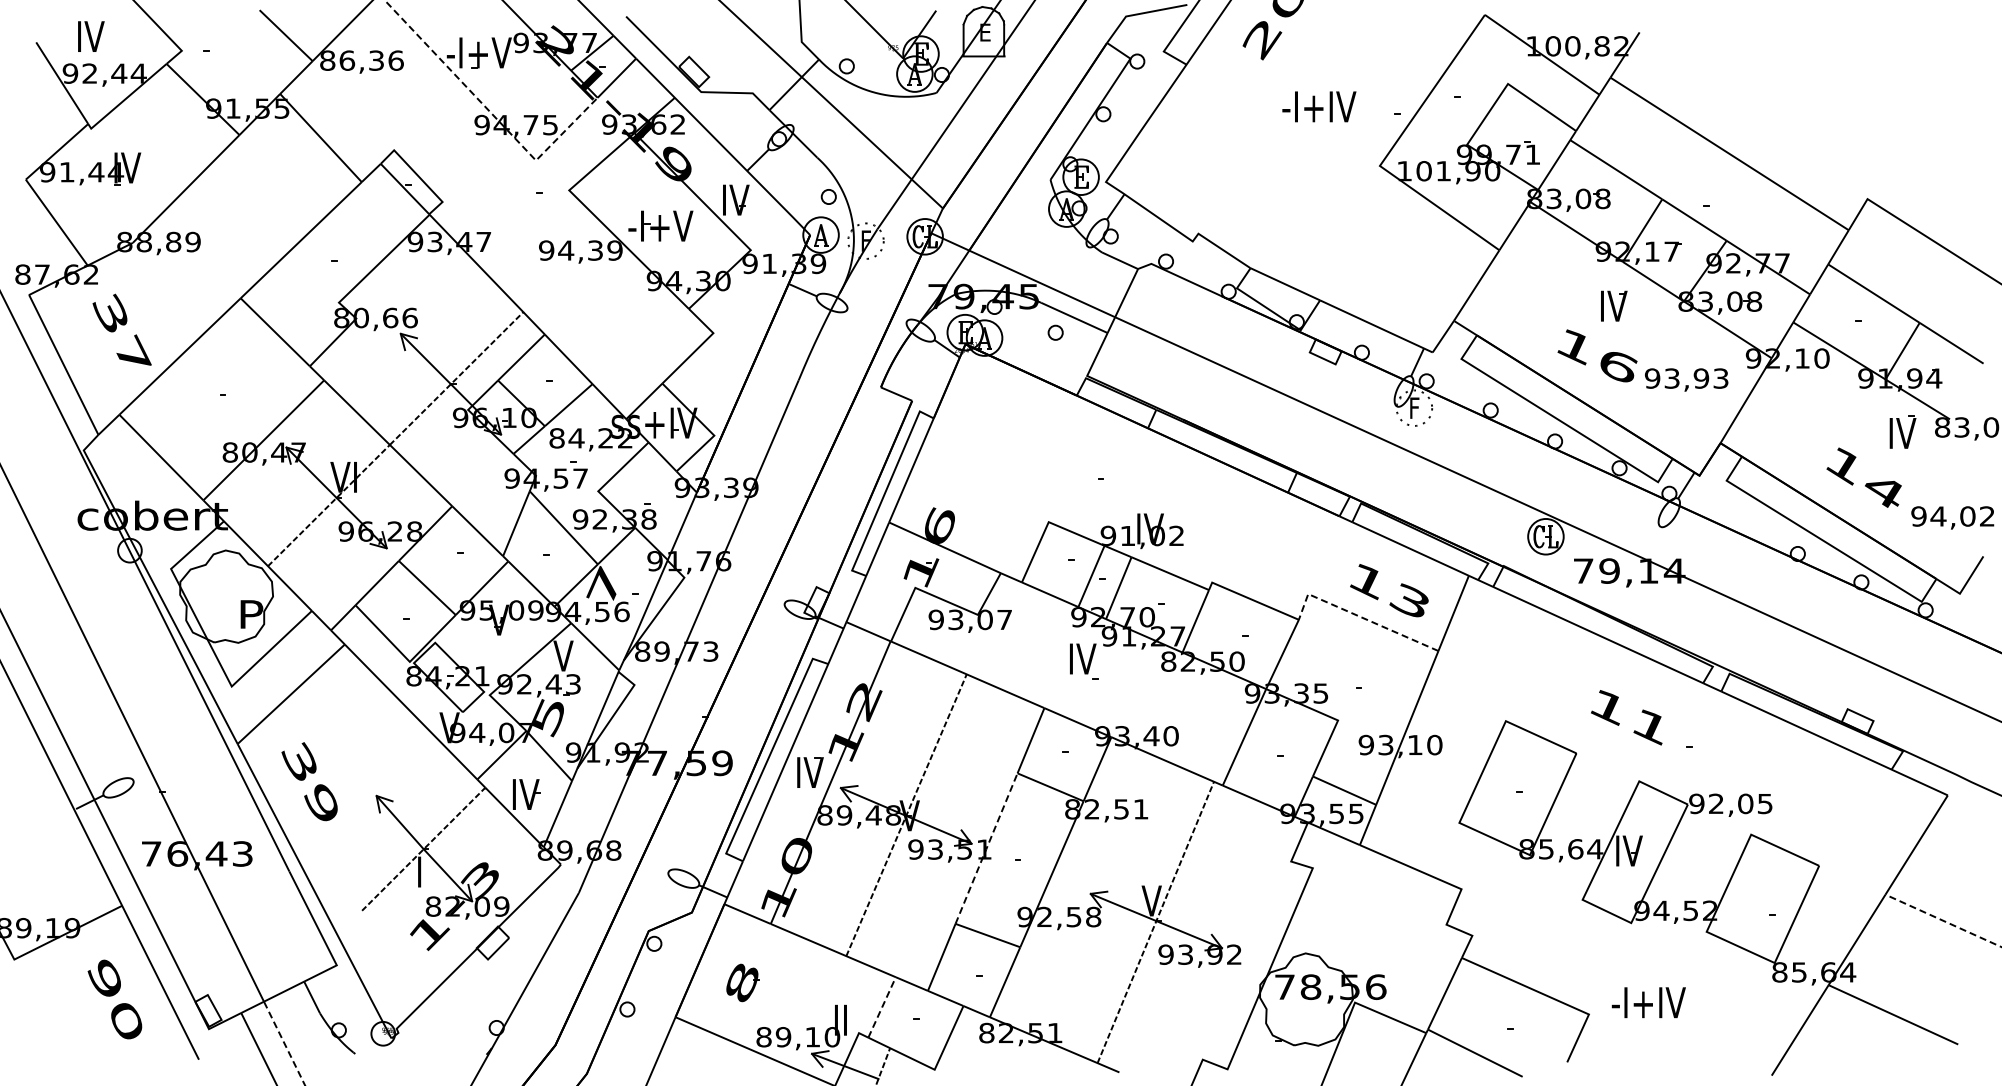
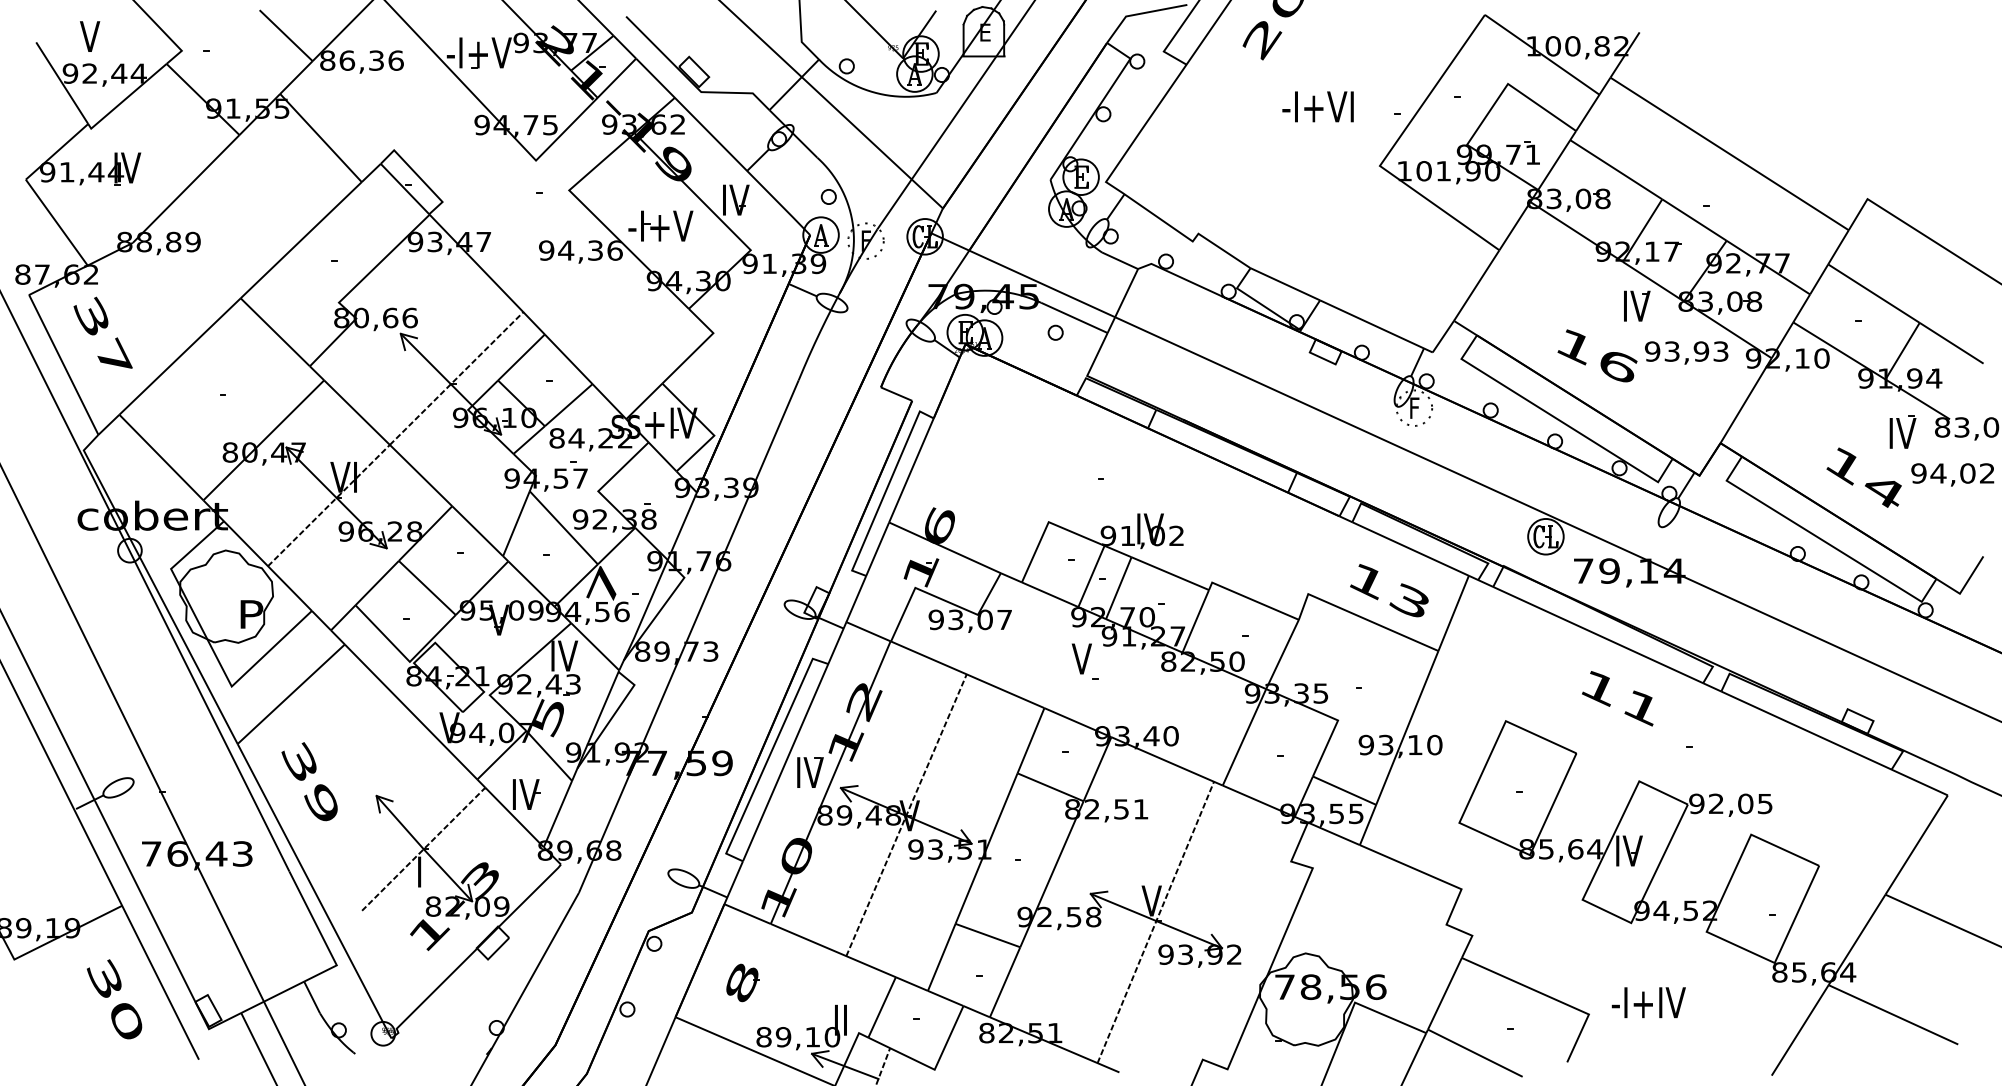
text at (91, 36): IV -> V
text at (1341, 106): -I+IV -> -I+VI
line at (490, 112): dashed -> solid
text at (614, 250): 94,39 -> 94,36
part at (1614, 305) position: (1614, 305) -> (1637, 305)
text at (121, 329) position: (121, 329) -> (102, 332)
text at (1686, 379) position: (1686, 379) -> (1686, 352)
text at (1952, 517) position: (1952, 517) -> (1952, 474)
line at (1360, 616): dashed -> solid
text at (564, 655): V -> IV
text at (1083, 658): IV -> V
text at (1626, 717) position: (1626, 717) -> (1617, 698)
line at (986, 848): dashed -> solid
line at (1943, 920): dashed -> solid
text at (103, 978): 90 -> 30
line at (882, 1007): dashed -> solid
line at (284, 1043): dashed -> solid
